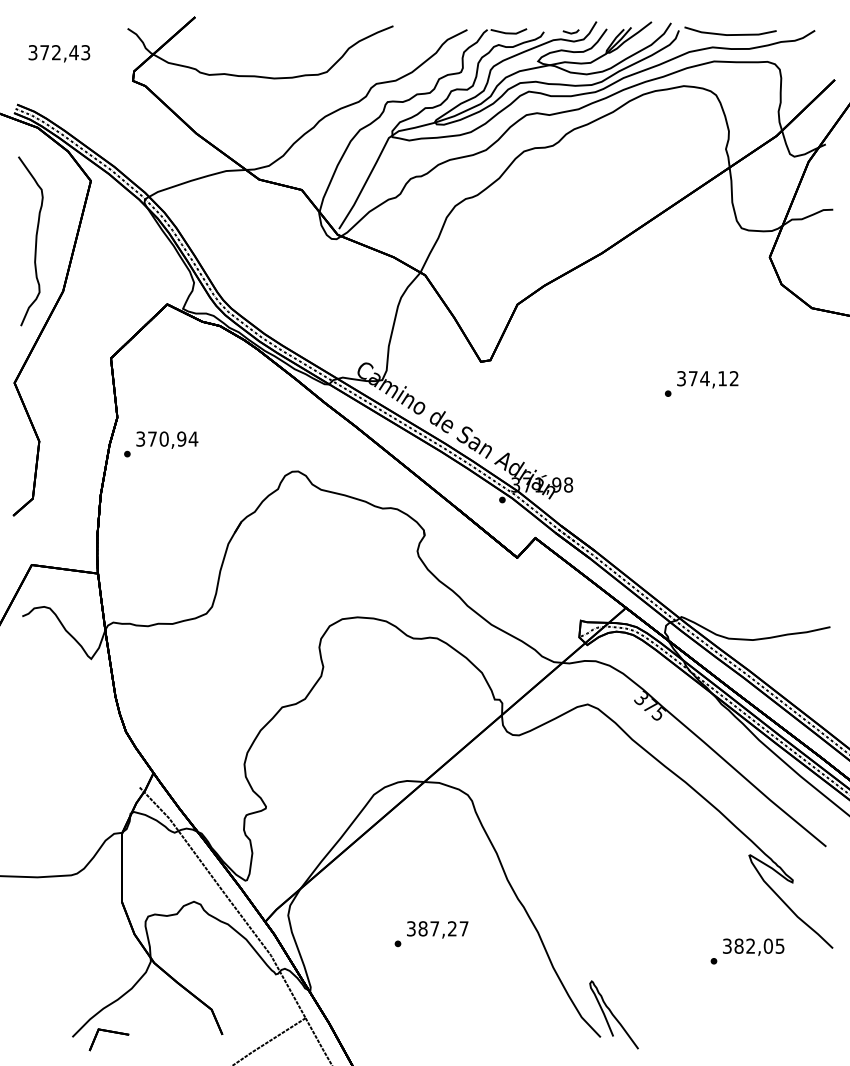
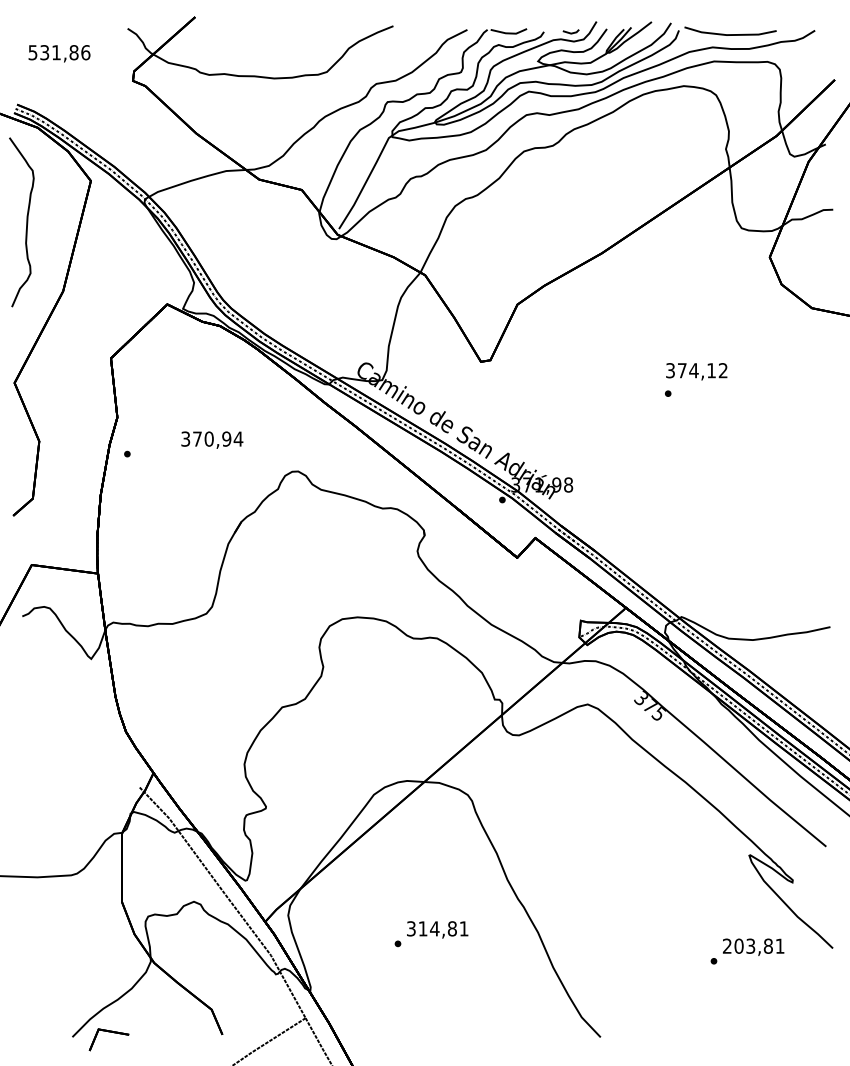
text at (59, 52): 372,43 -> 531,86
curve at (35, 241) position: (35, 241) -> (26, 222)
text at (707, 379) position: (707, 379) -> (696, 371)
text at (167, 439) position: (167, 439) -> (212, 439)
text at (443, 928): 387,27 -> 314,81
text at (753, 945): 382,05 -> 203,81
curve at (613, 1014): present -> none
